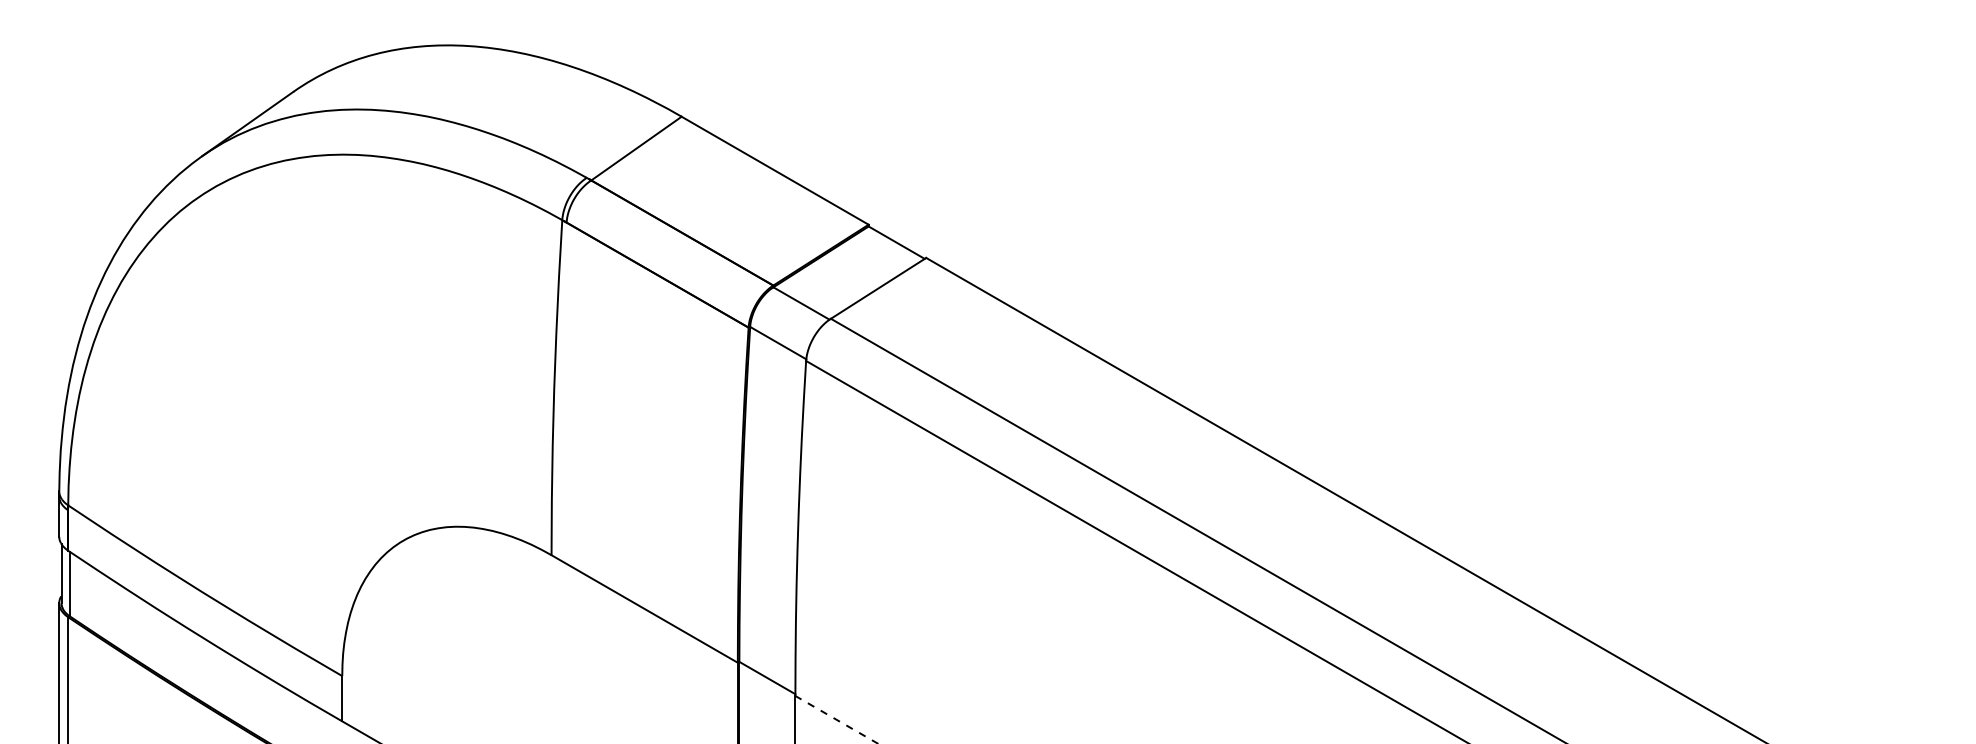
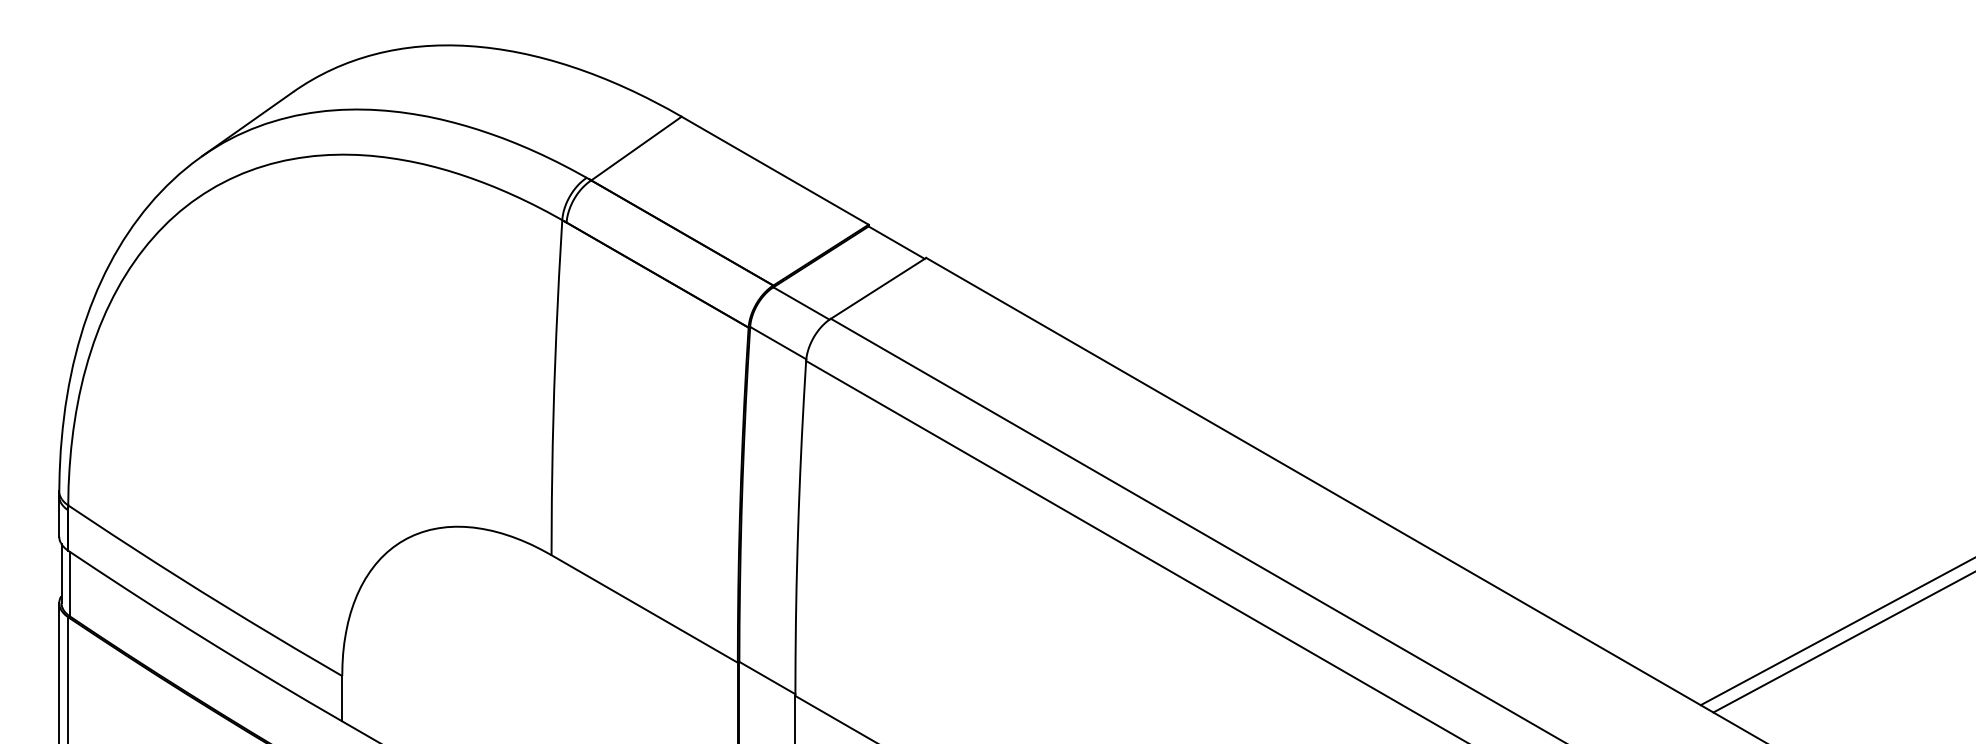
line at (1836, 632): none -> present
line at (1842, 642): none -> present
line at (836, 719): dashed -> solid
